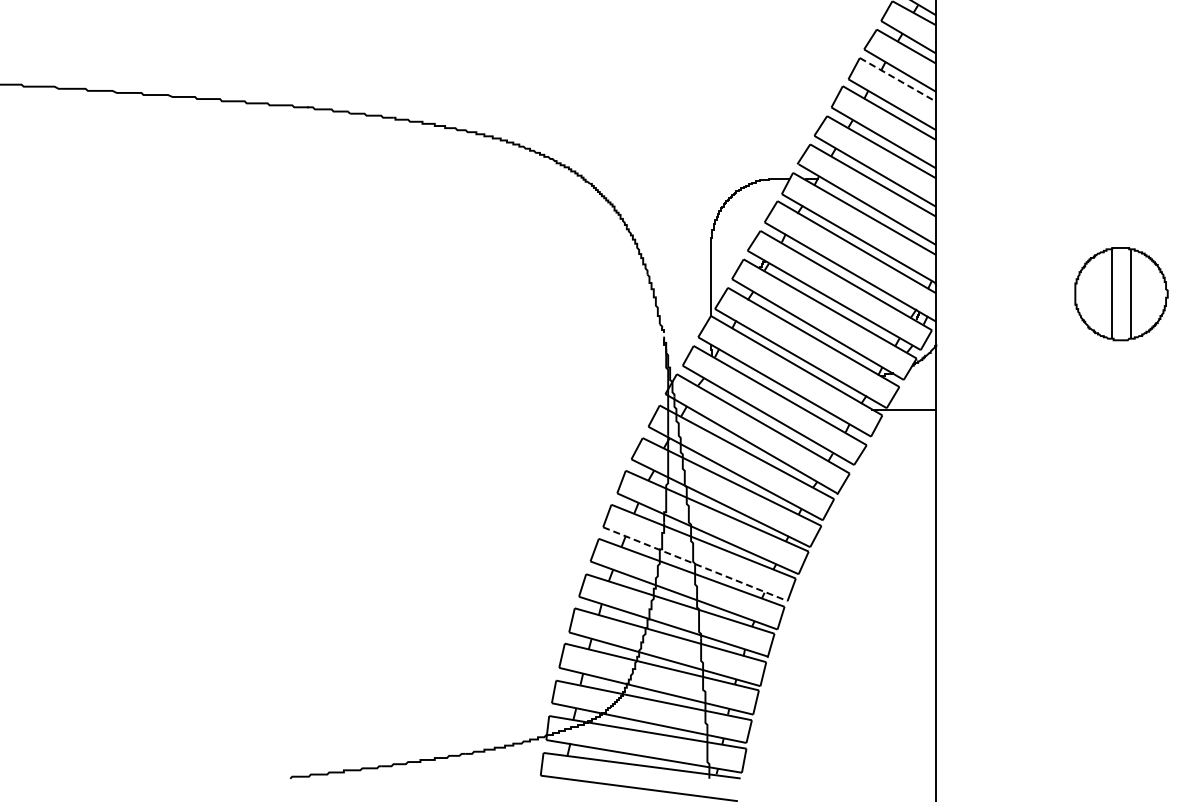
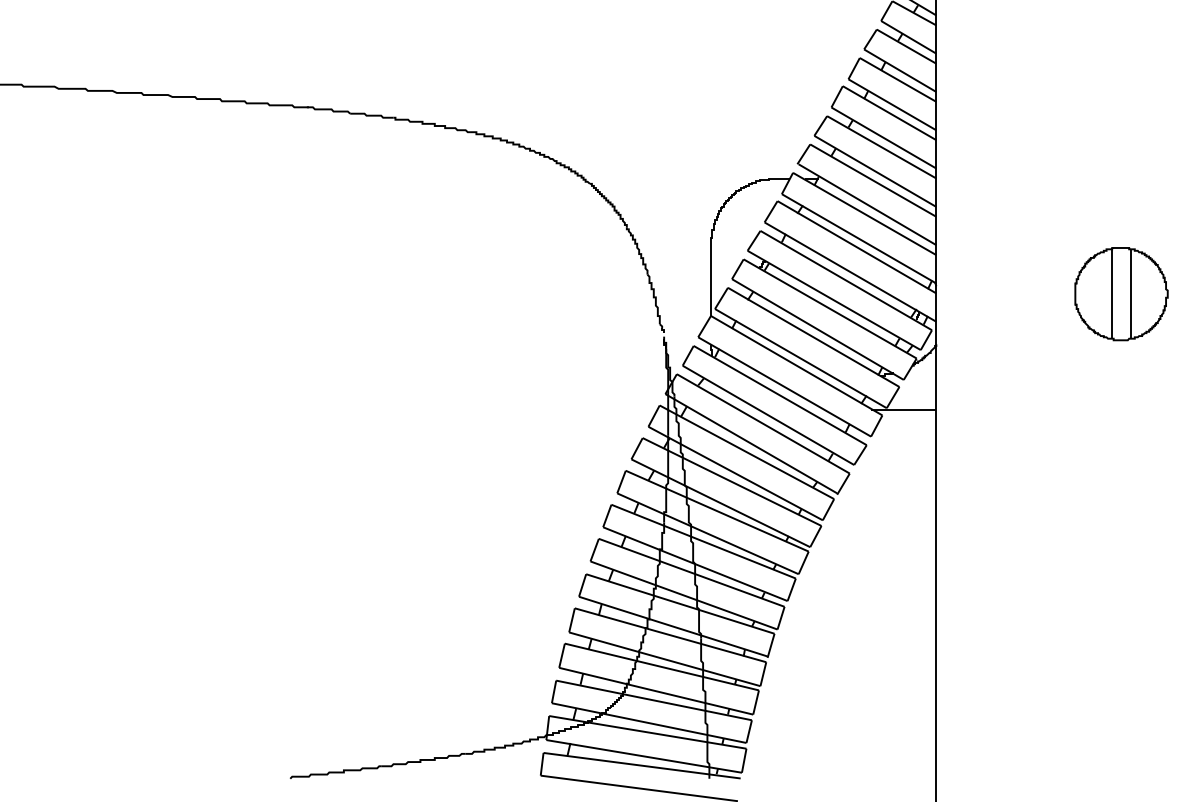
line at (898, 80): dashed -> solid
line at (695, 564): dashed -> solid
